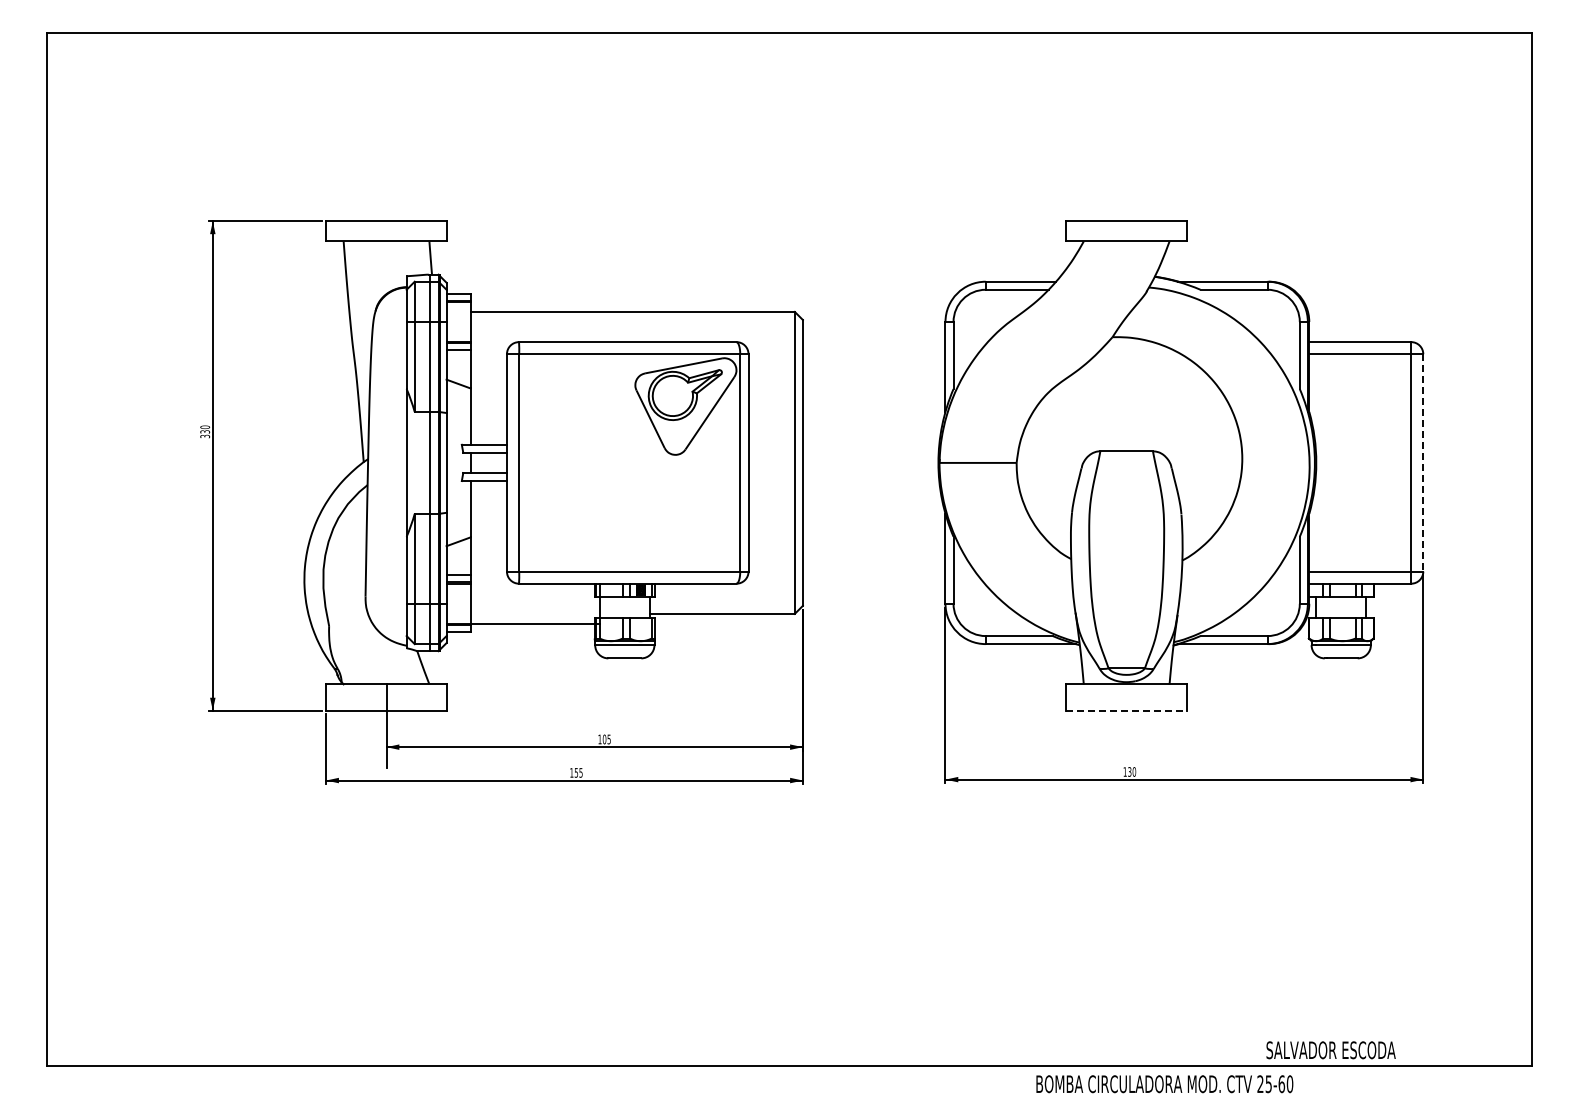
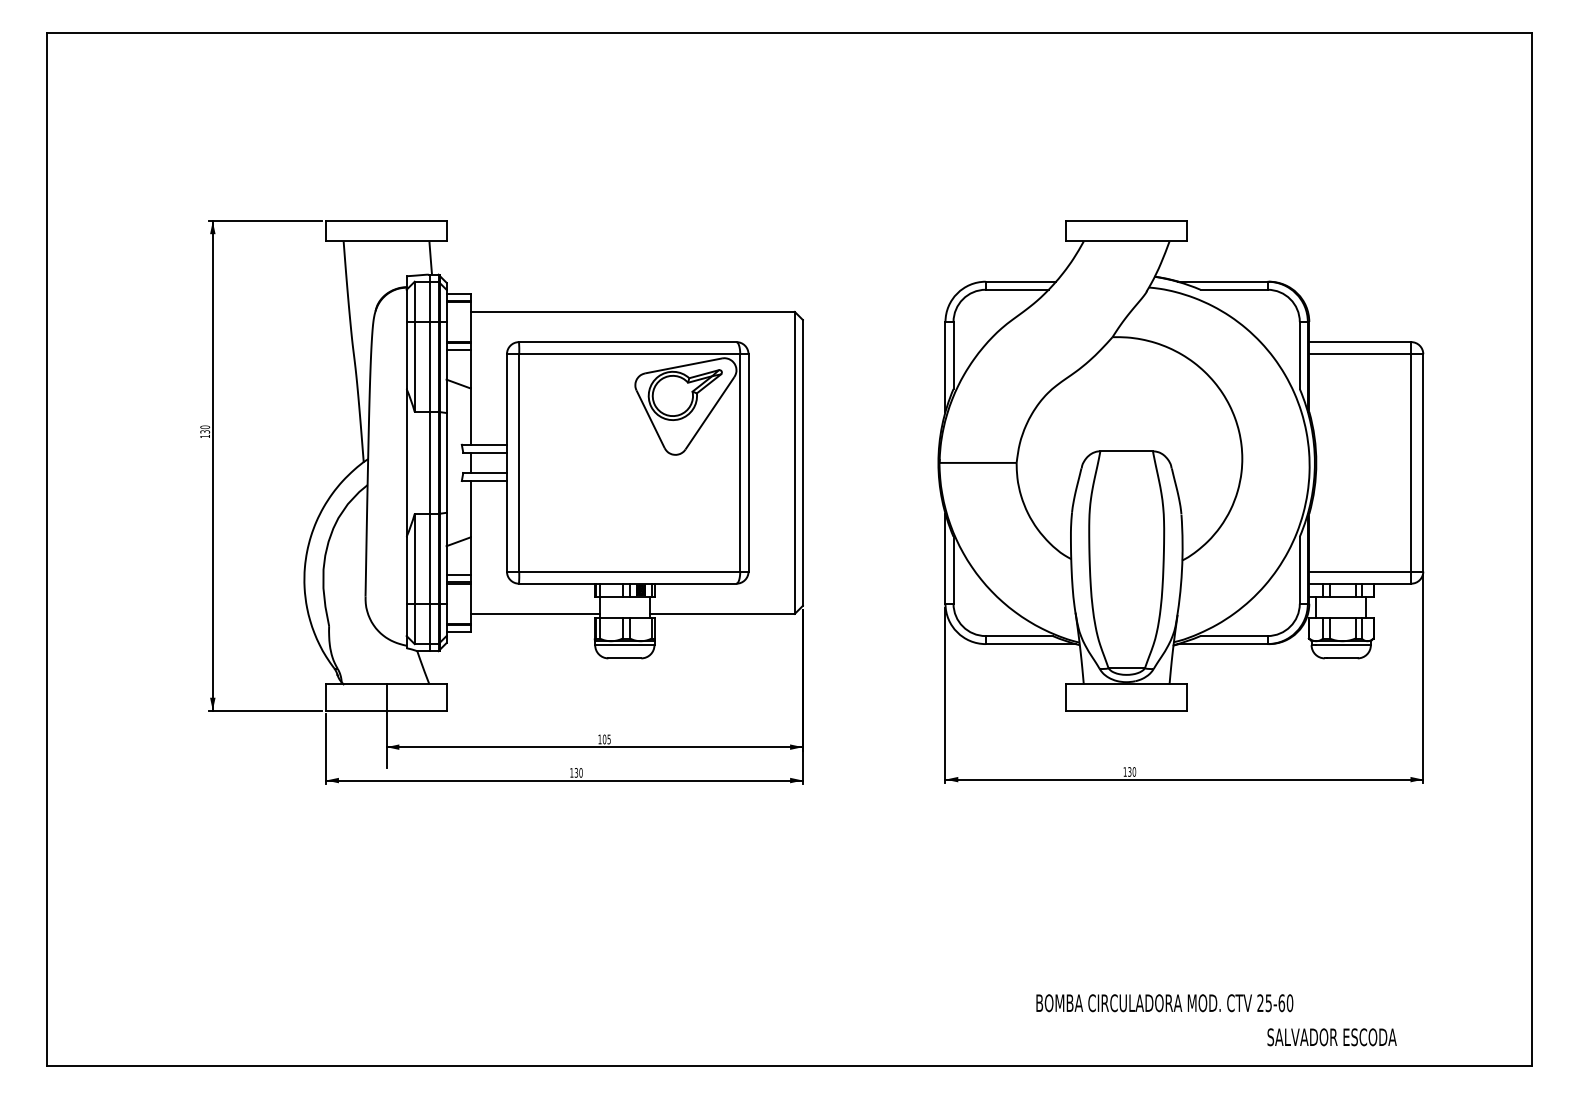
text at (205, 436): 330 -> 130
line at (1423, 462): dashed -> solid
line at (535, 623) position: (535, 623) -> (535, 613)
line at (1127, 710): dashed -> solid
text at (578, 772): 155 -> 130
text at (1330, 1050) position: (1330, 1050) -> (1331, 1037)
text at (1164, 1084) position: (1164, 1084) -> (1164, 1003)
